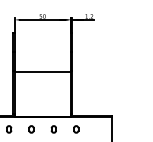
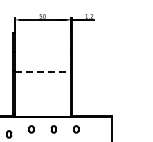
line at (42, 71): solid -> dashed
part at (9, 129) position: (9, 129) -> (9, 134)
